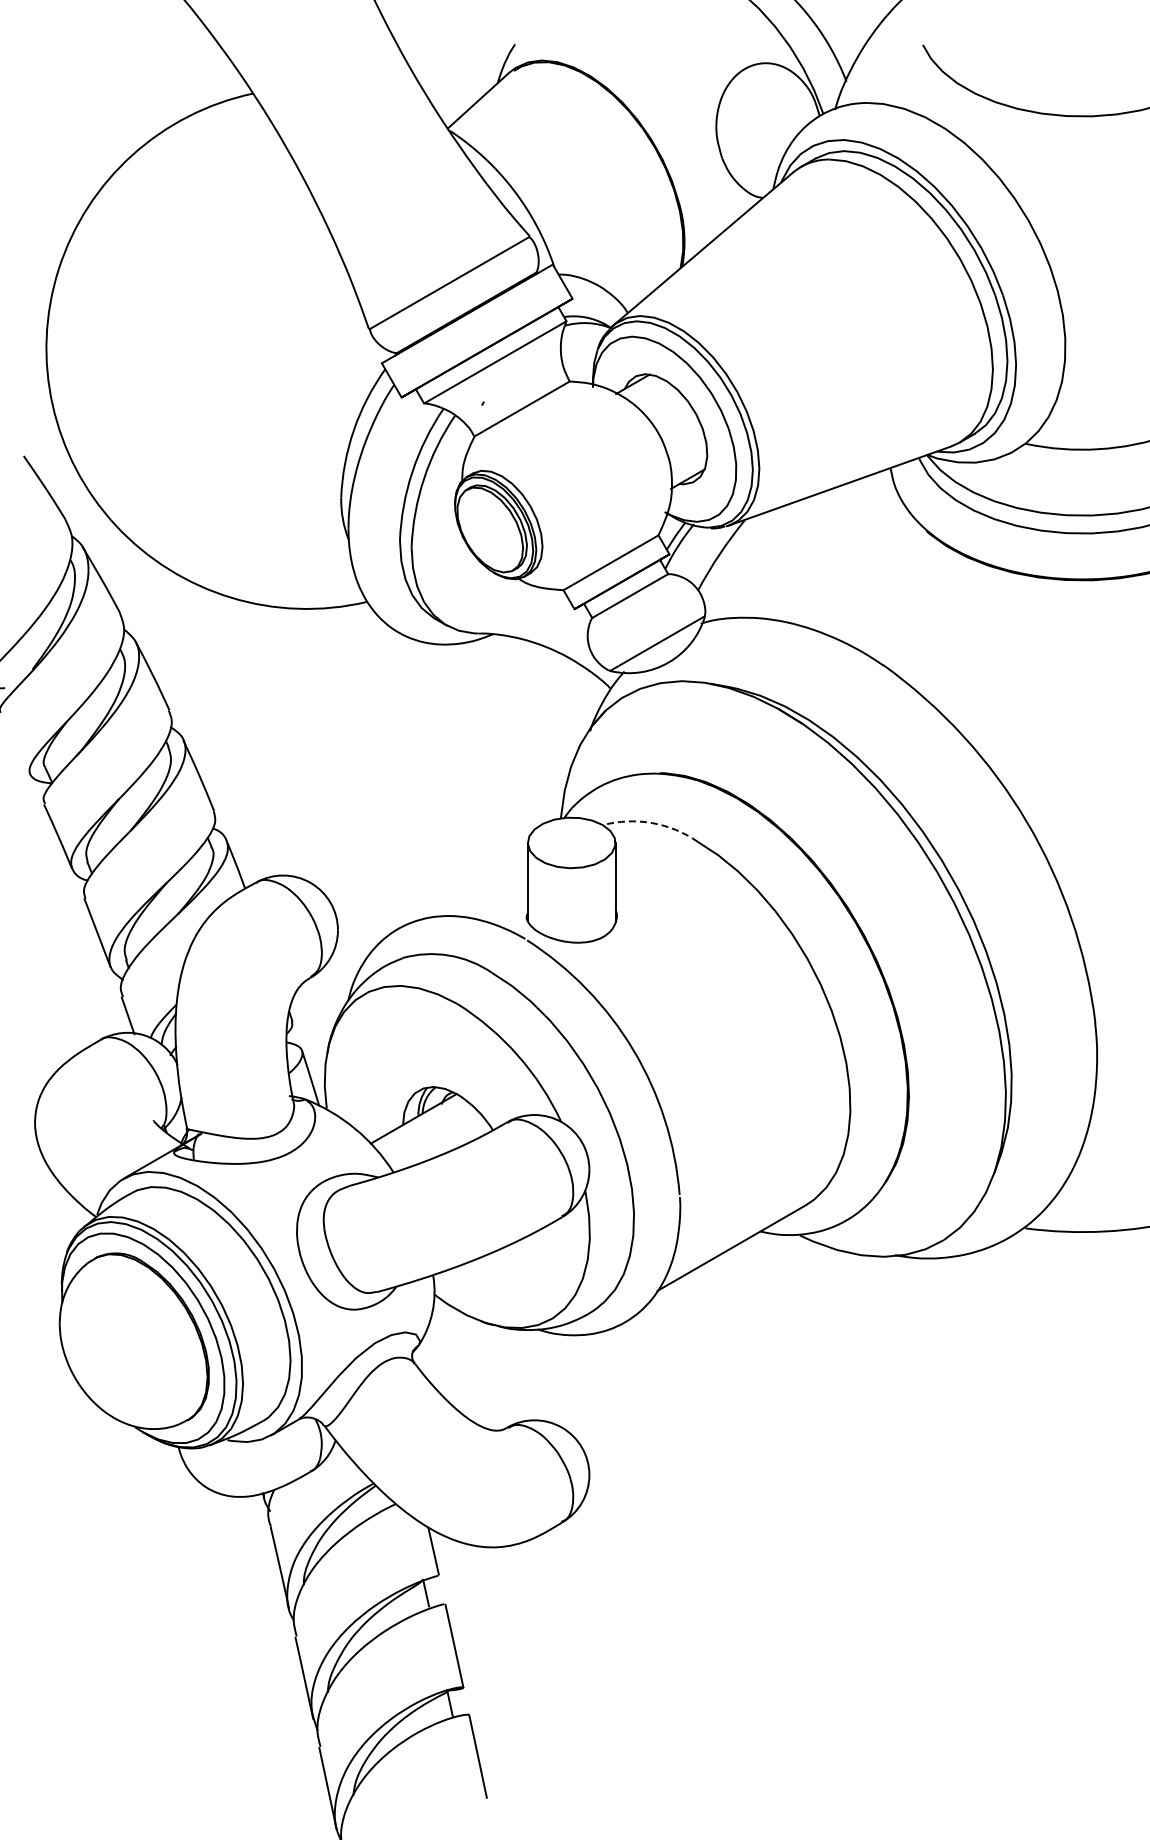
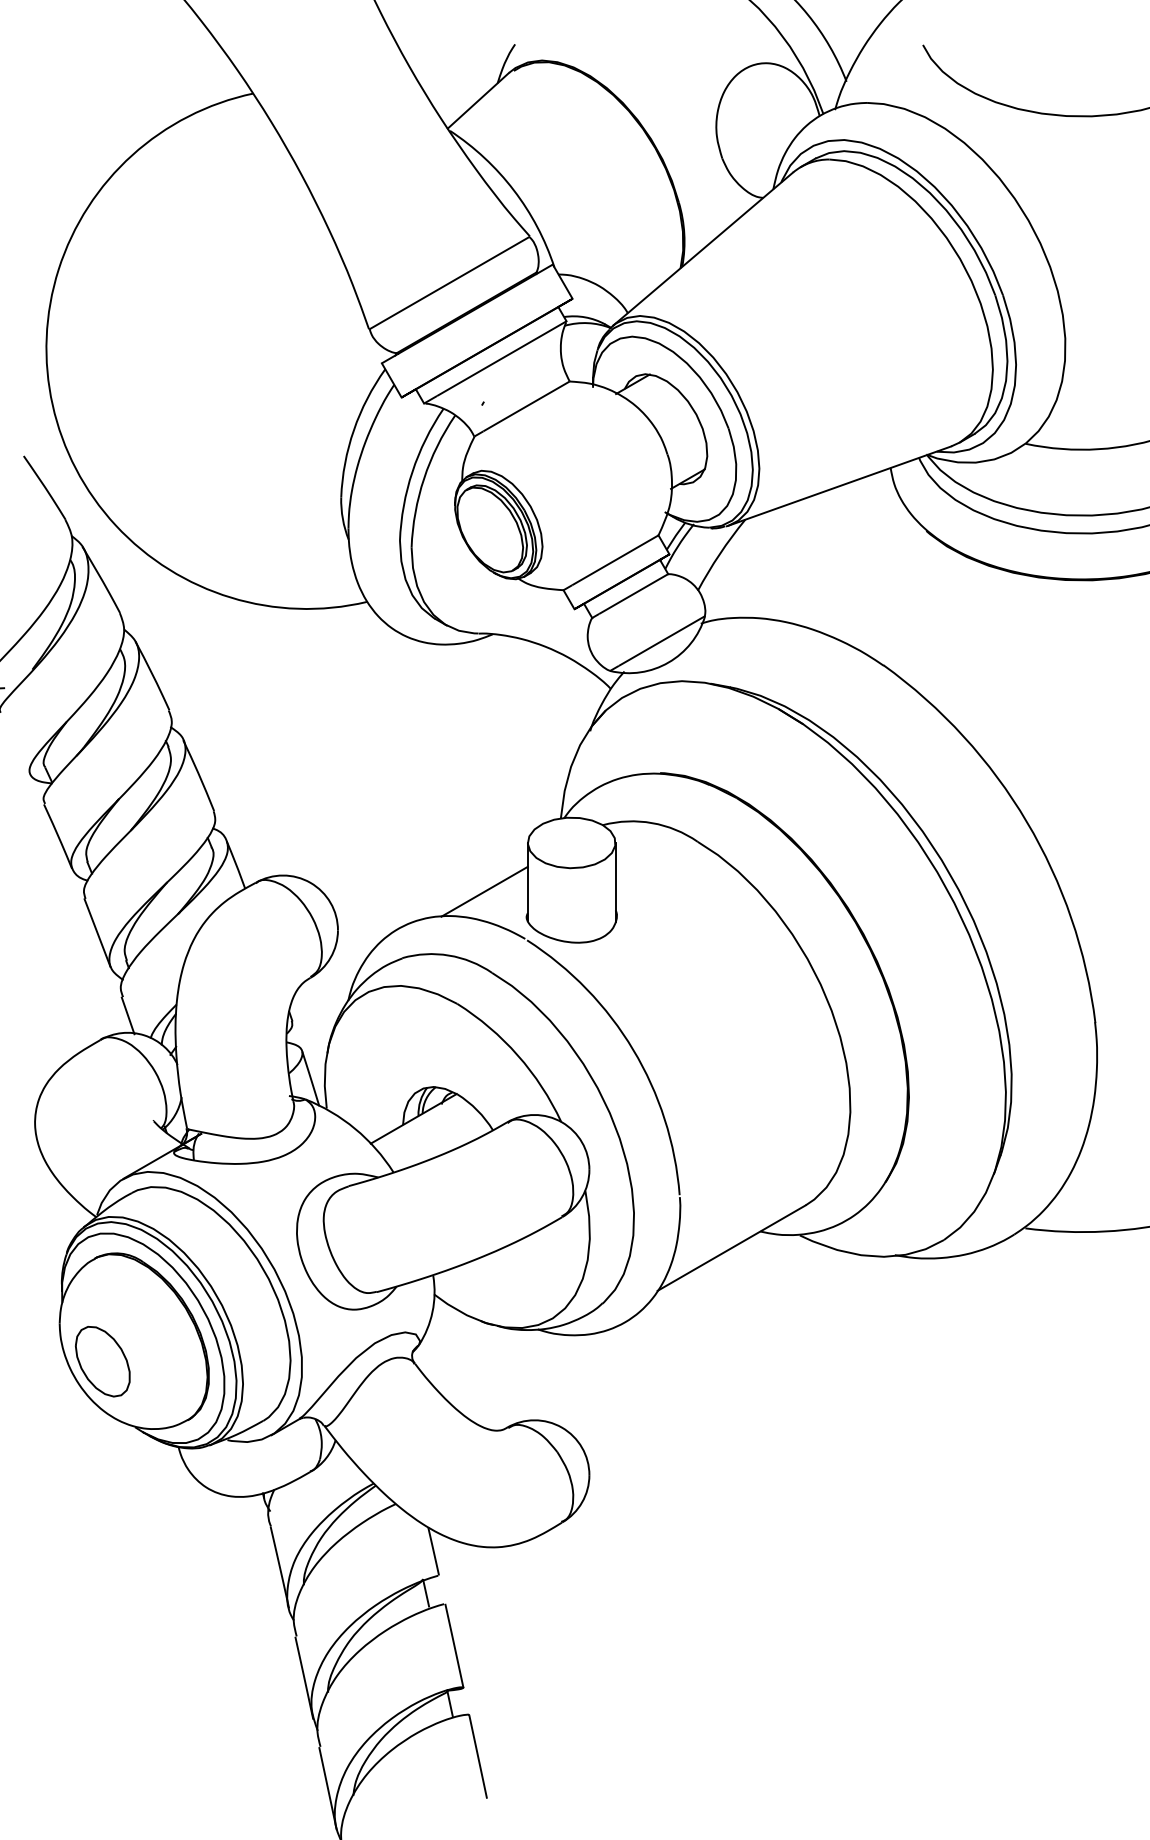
arc at (652, 823): dashed -> solid
line at (484, 891): none -> present
part at (102, 1361): none -> present
